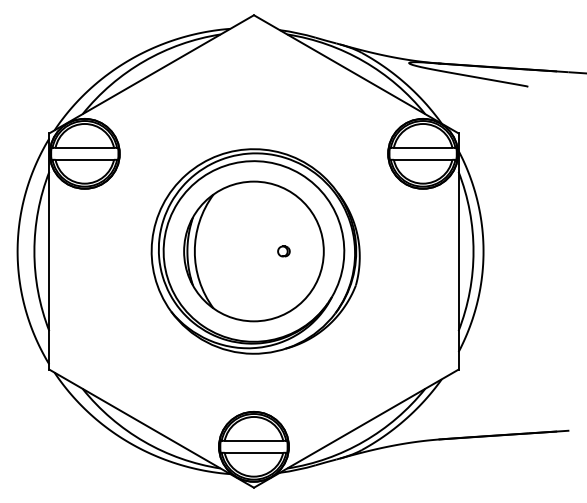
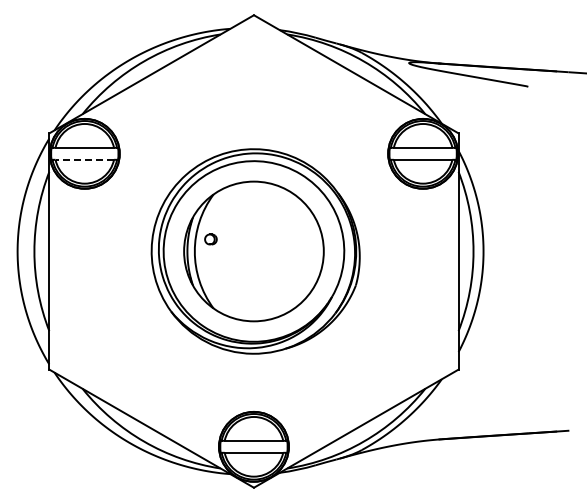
line at (84, 159): solid -> dashed
part at (283, 251) position: (283, 251) -> (210, 239)
